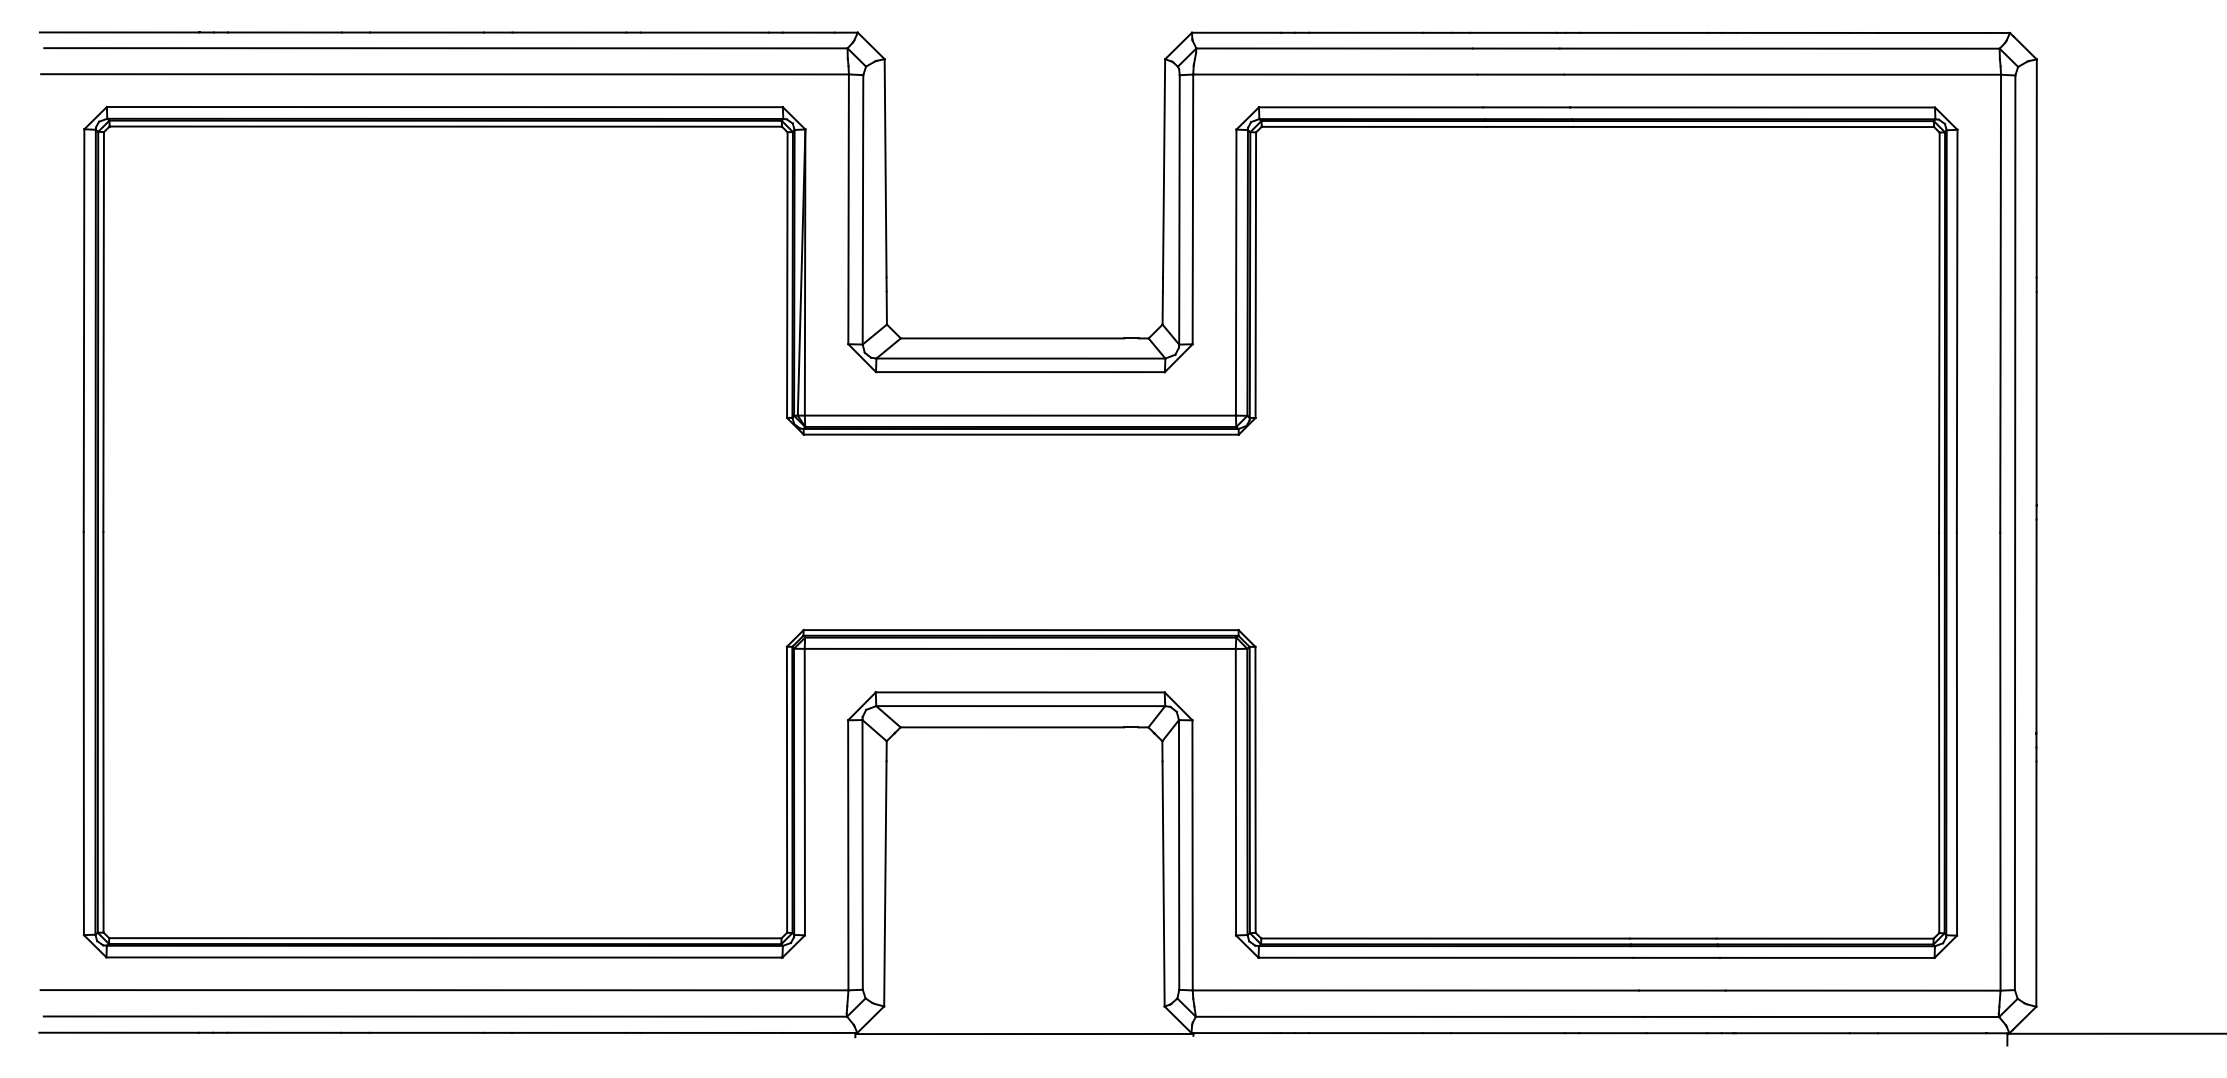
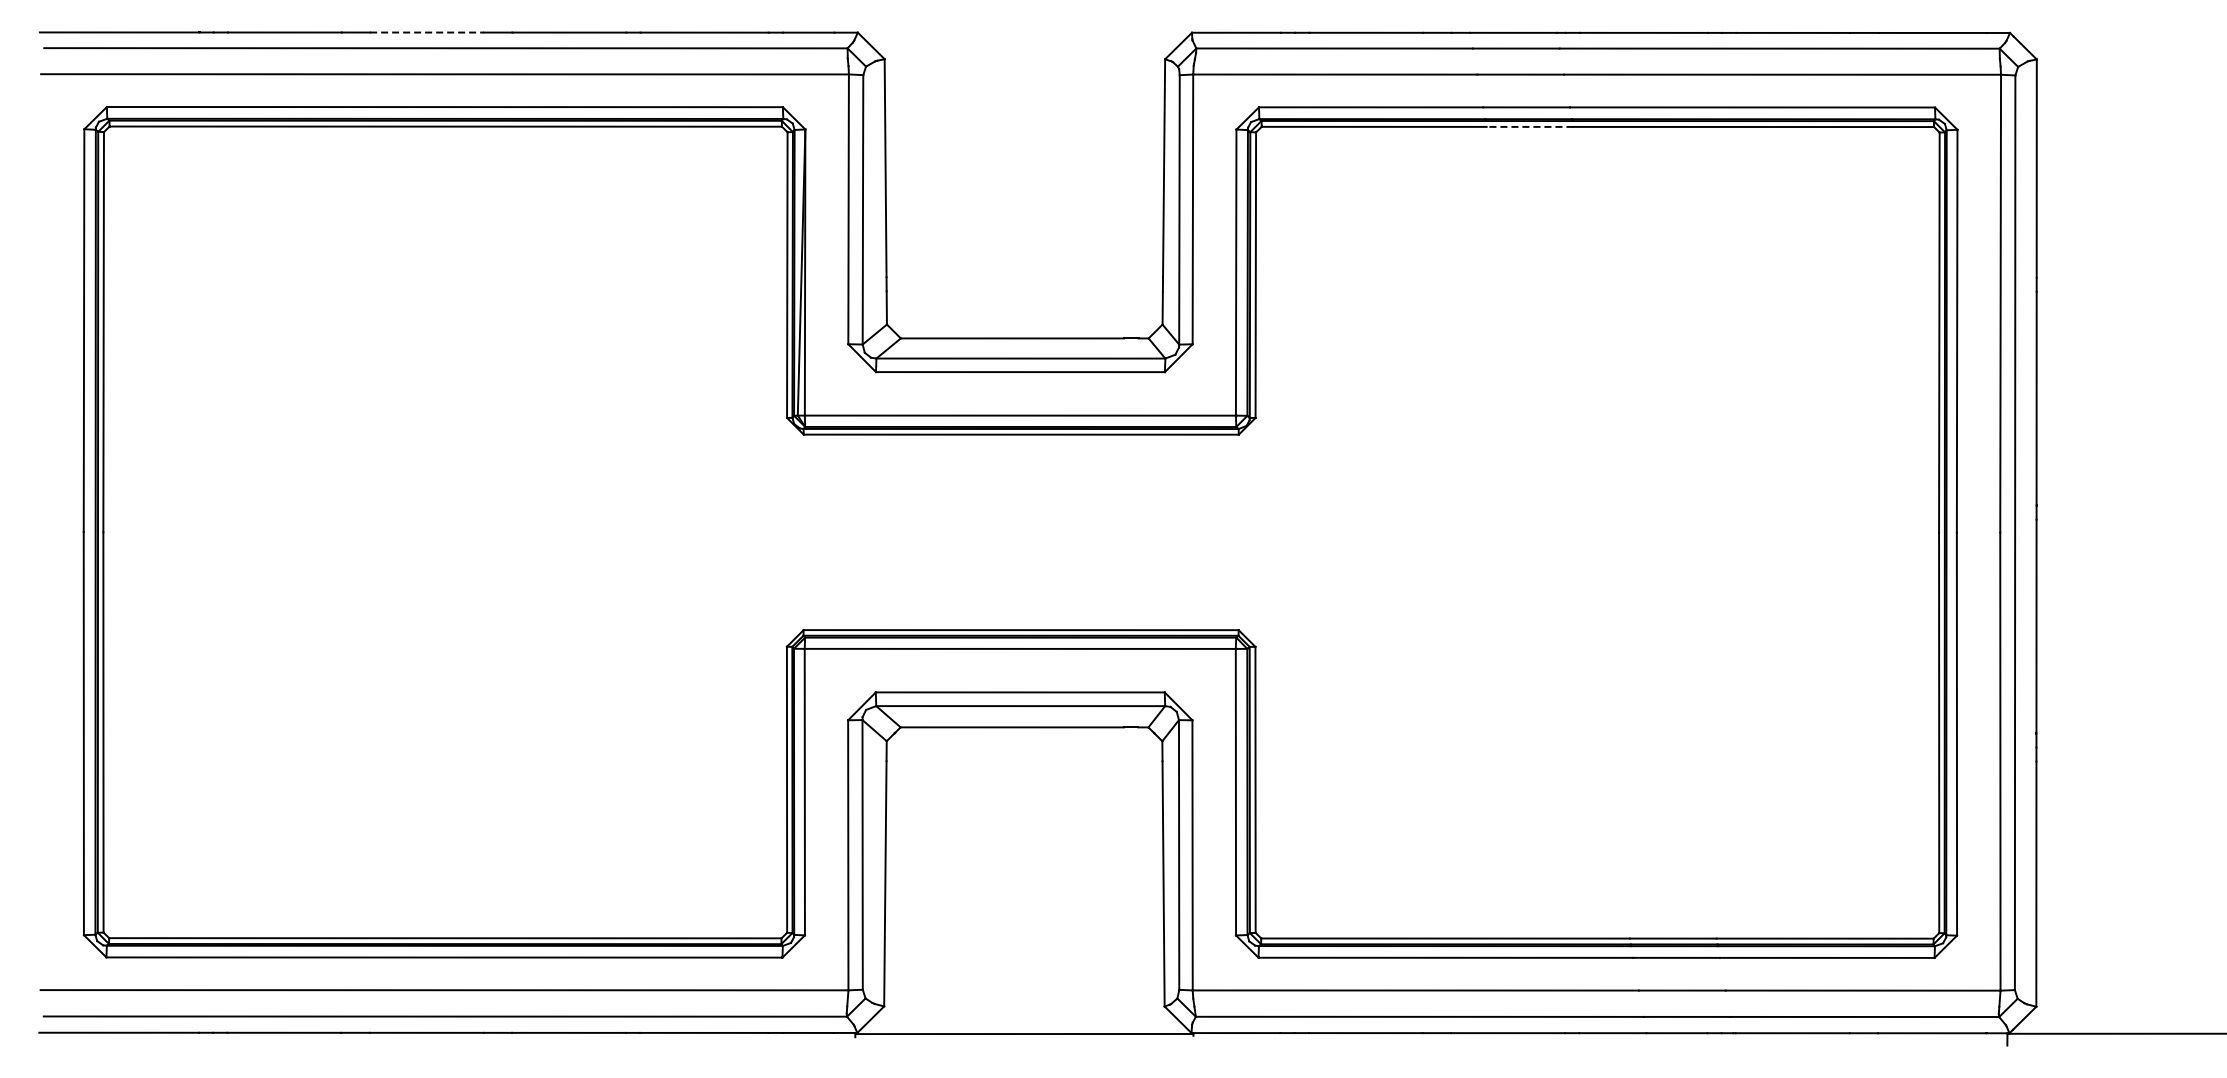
line at (427, 32): solid -> dashed
line at (1529, 126): solid -> dashed
